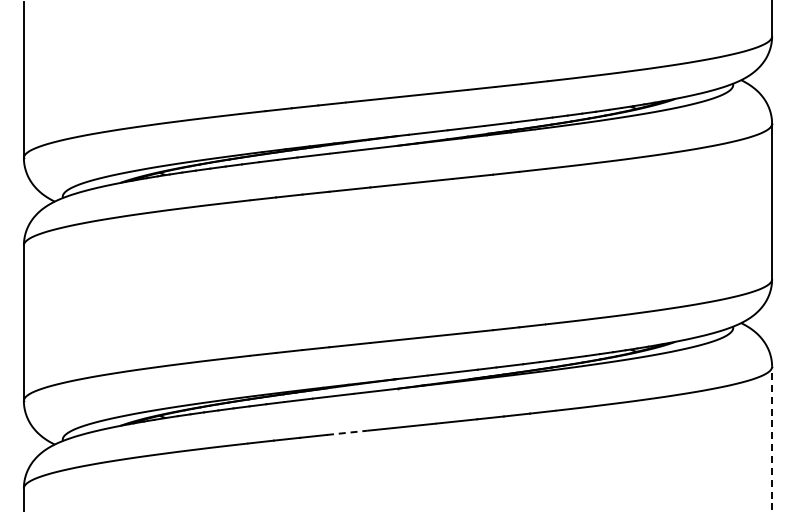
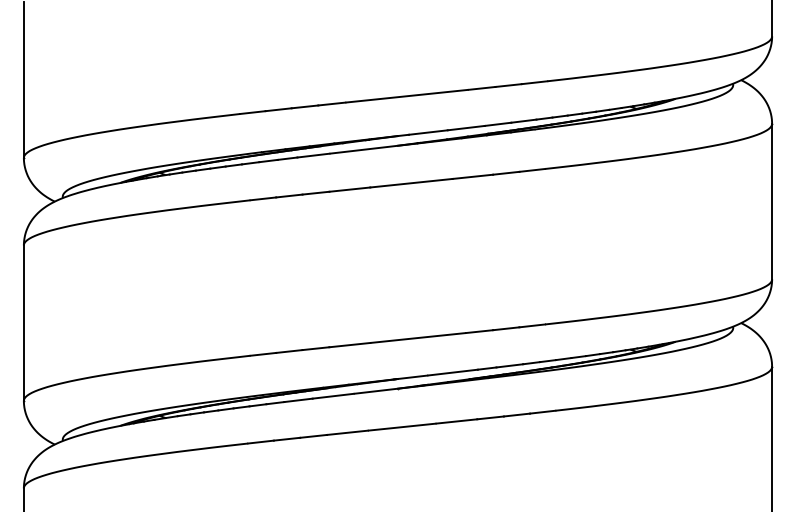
line at (347, 432): dashed -> solid
line at (772, 438): dashed -> solid
